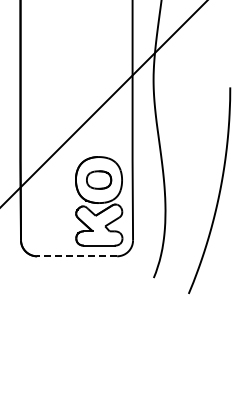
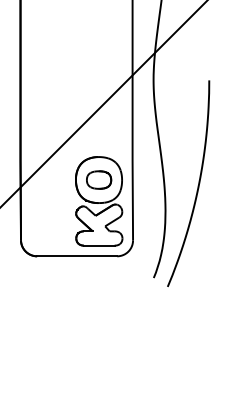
curve at (218, 192) position: (218, 192) -> (197, 185)
line at (76, 256): dashed -> solid
